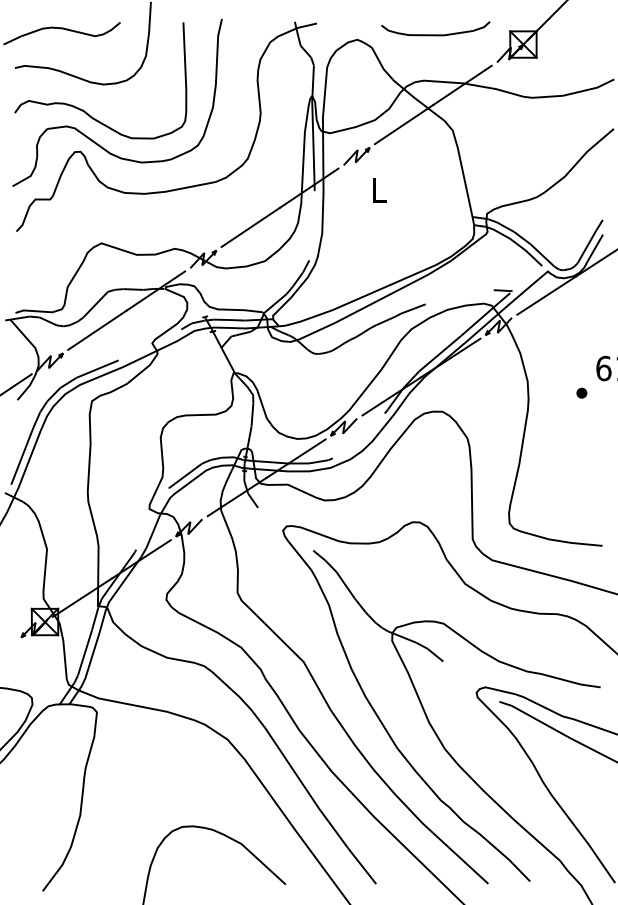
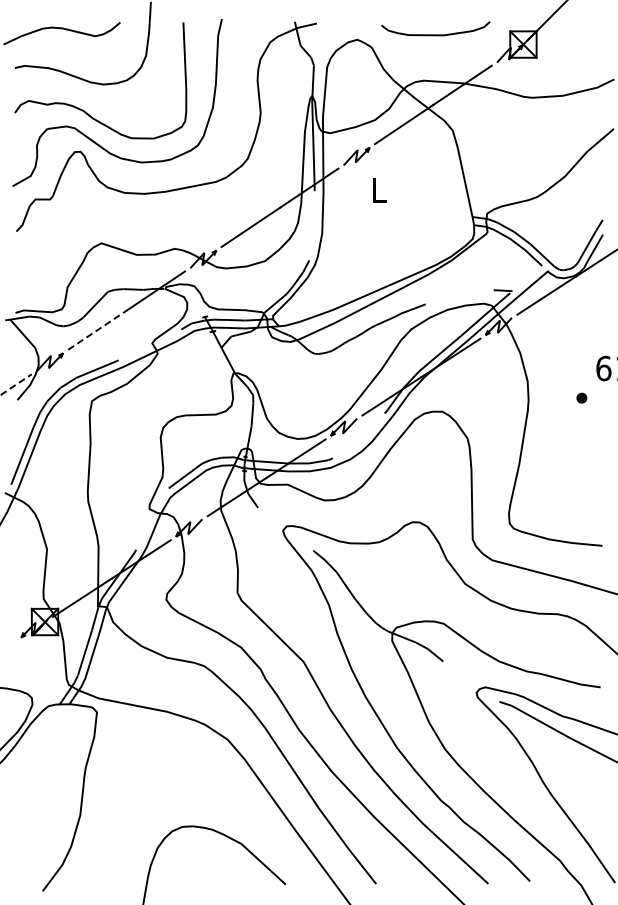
line at (97, 329): solid -> dashed
line at (16, 384): solid -> dashed
part at (581, 392) position: (581, 392) -> (581, 397)
